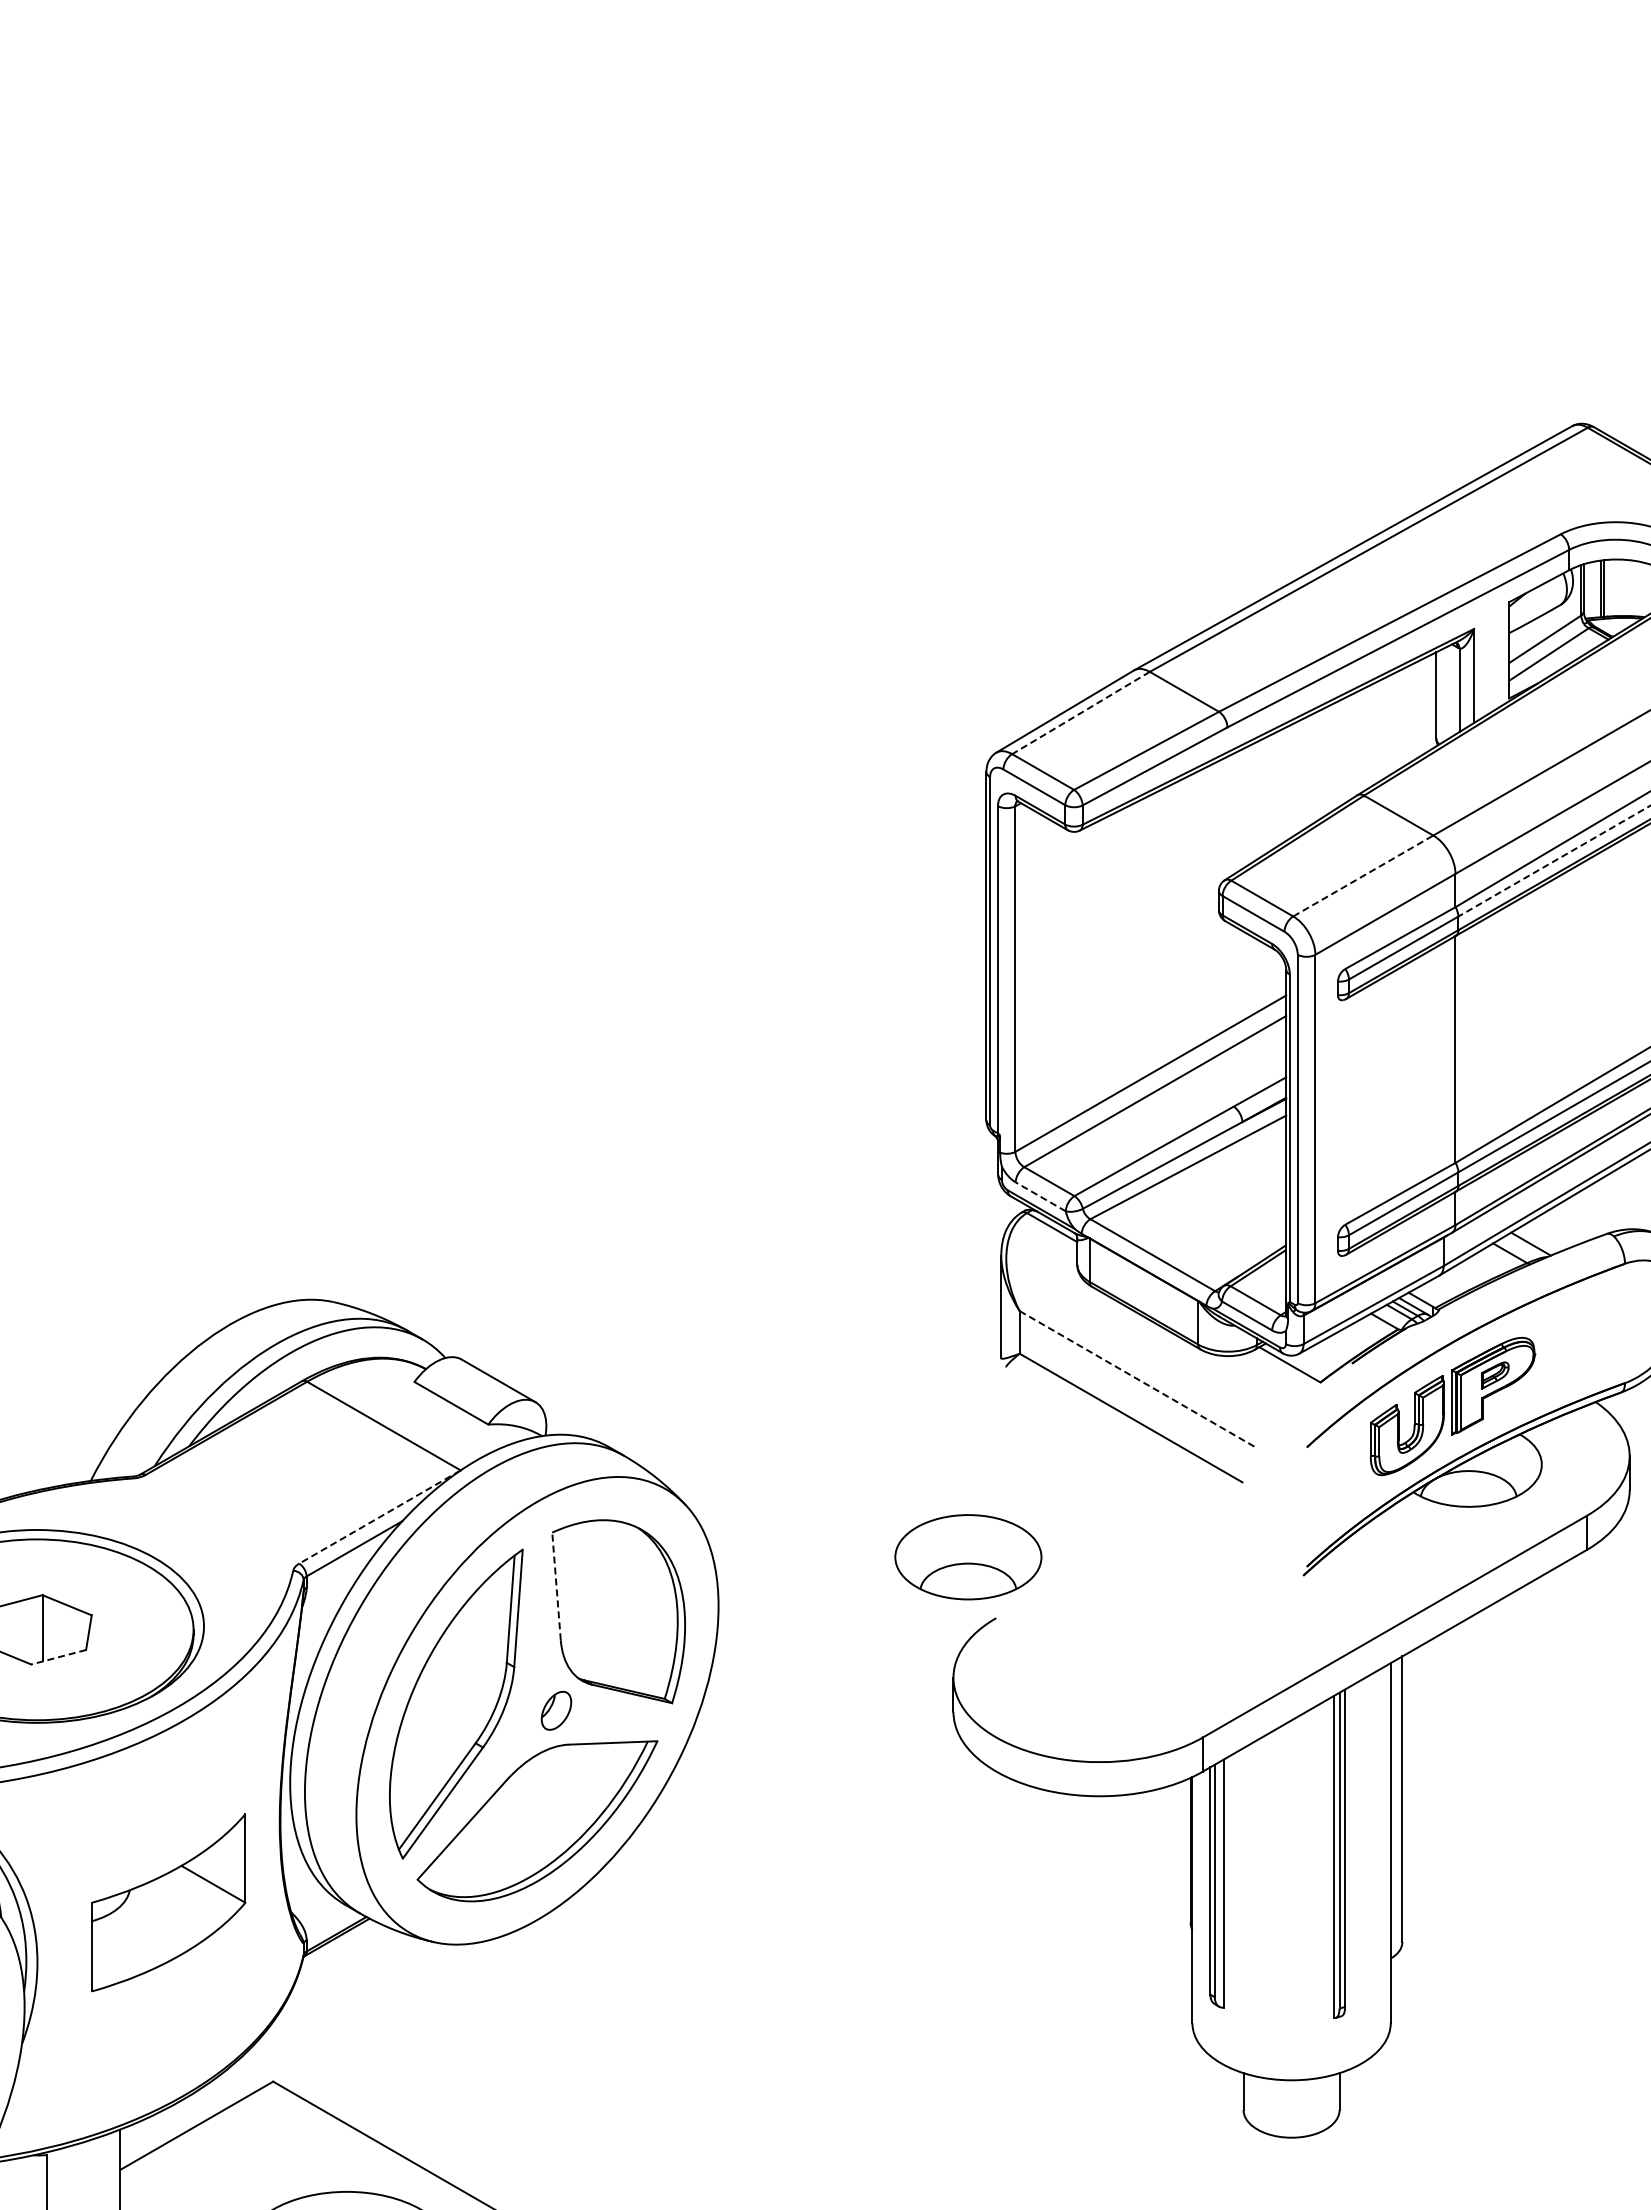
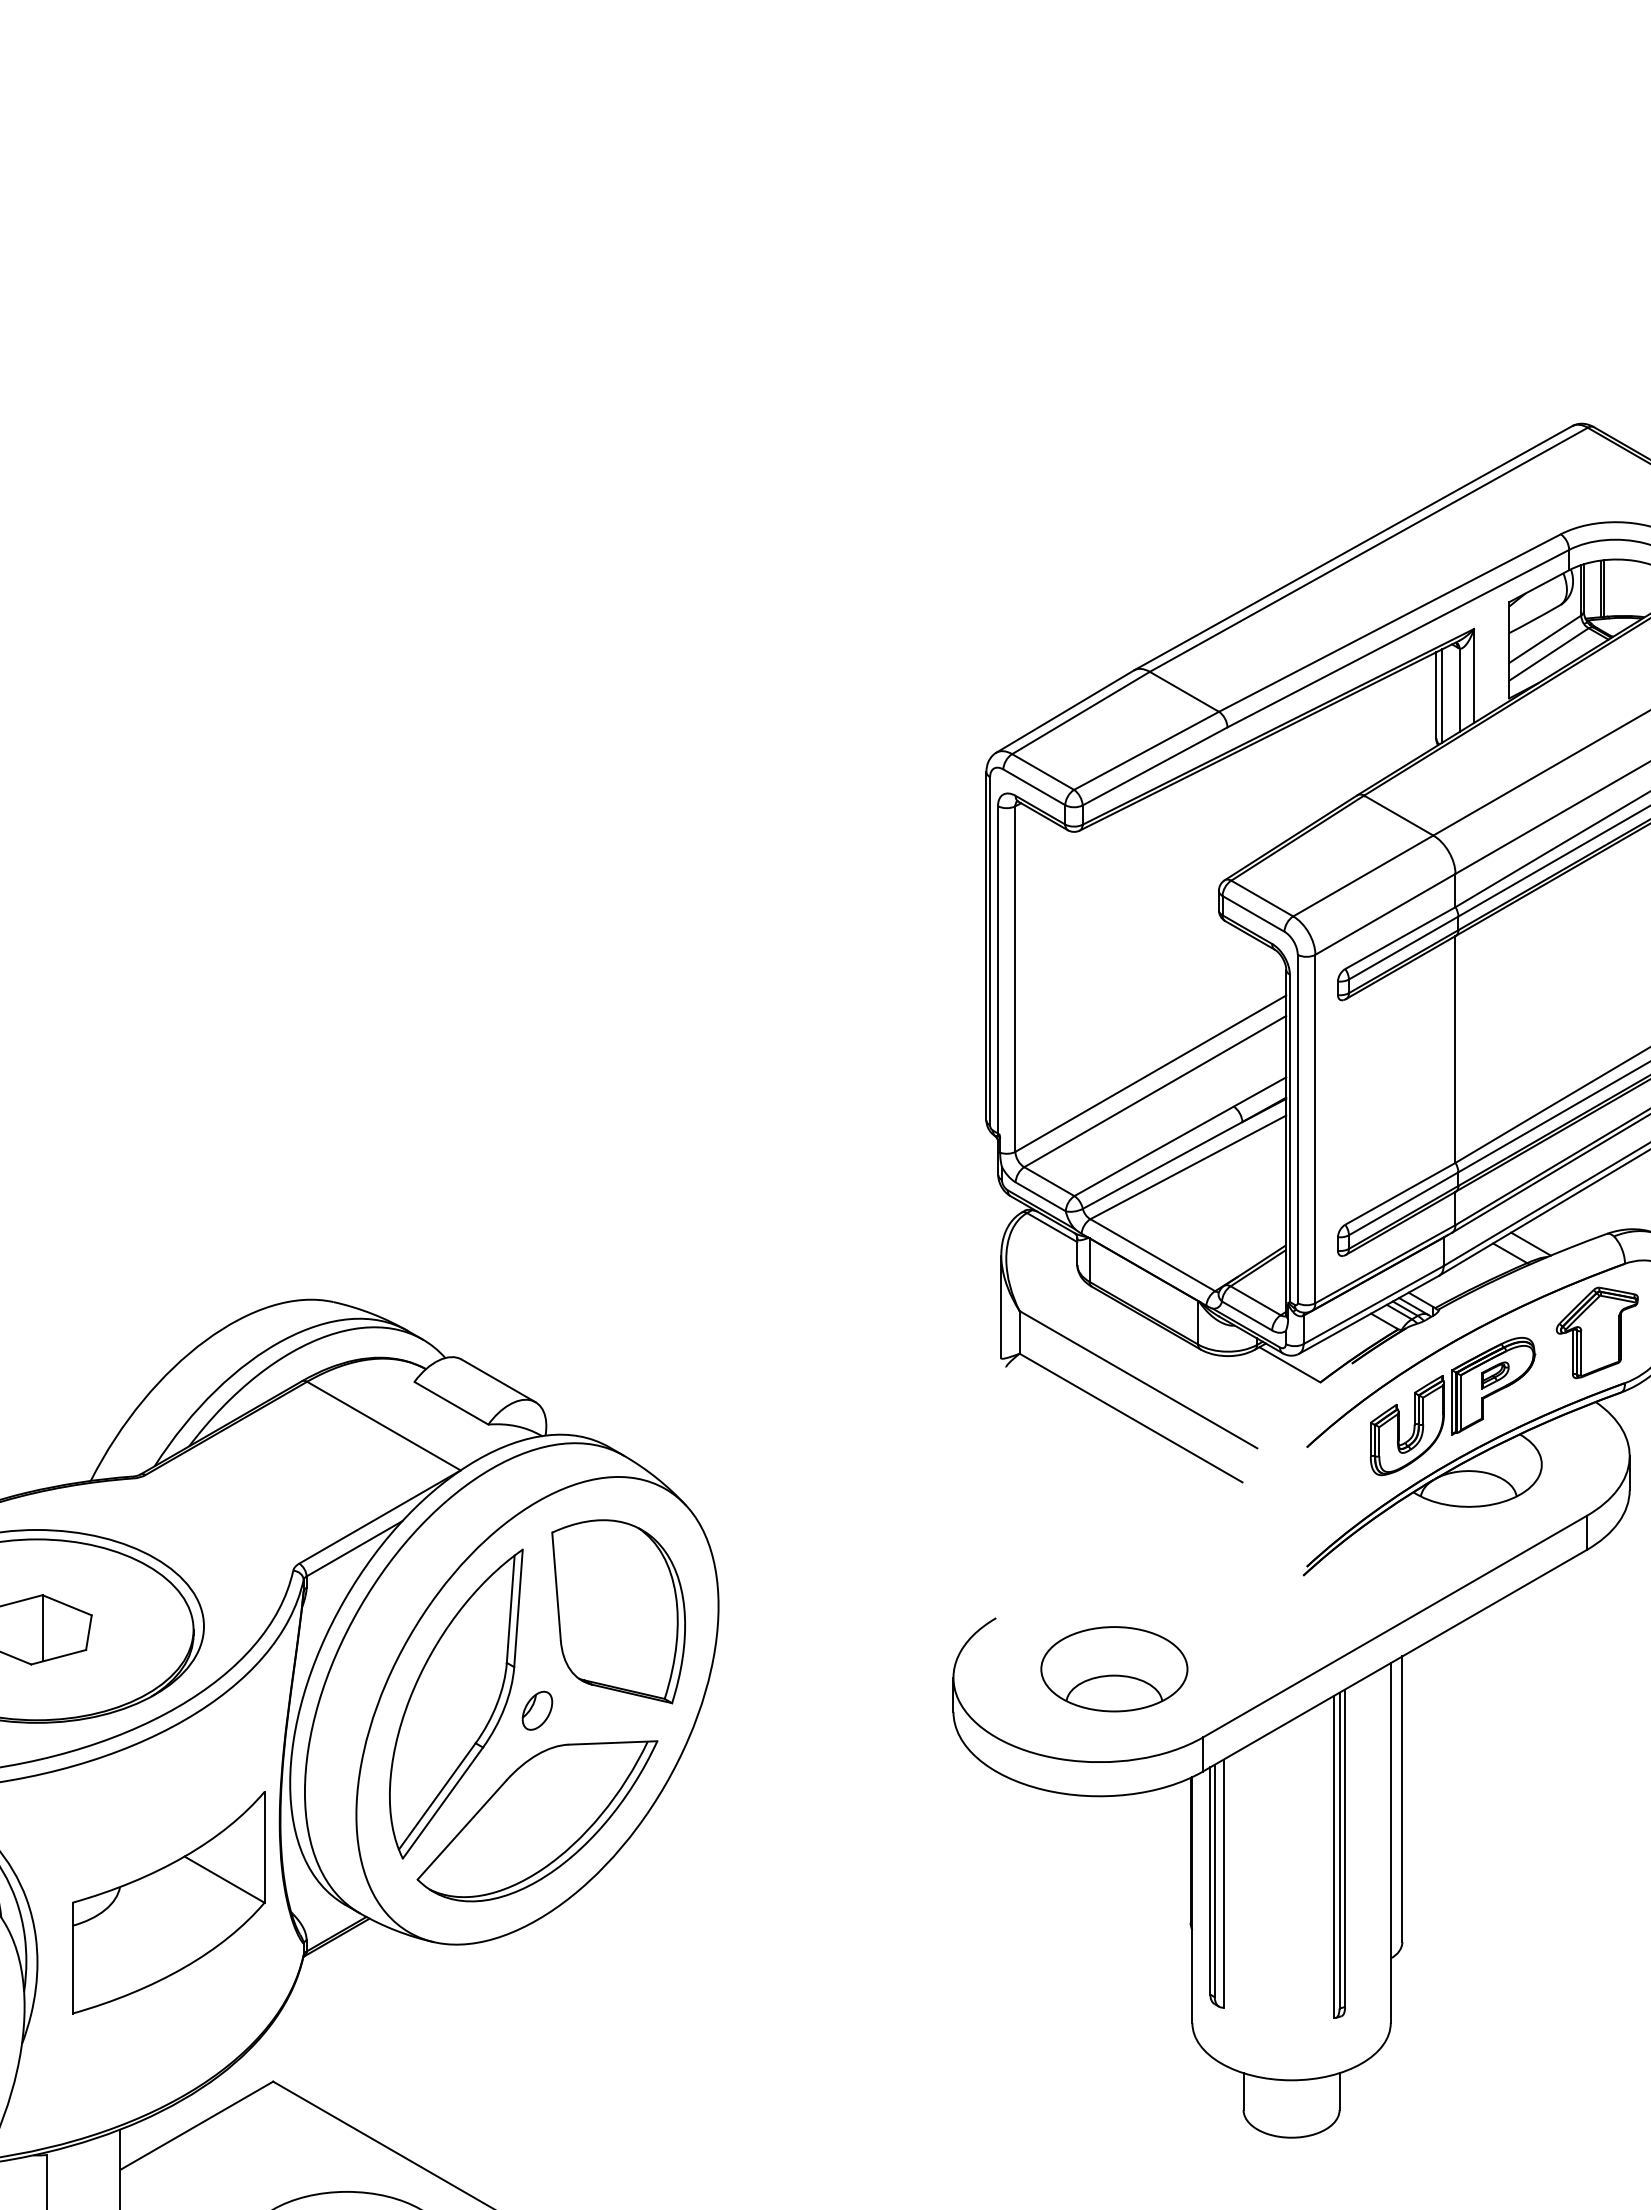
line at (1442, 695): none -> present
line at (1080, 713): dashed -> solid
line at (1554, 861): dashed -> solid
line at (1363, 876): dashed -> solid
line at (1040, 1196): dashed -> solid
part at (1596, 1332): none -> present
line at (1138, 1379): dashed -> solid
line at (379, 1517): dashed -> solid
part at (968, 1557) position: (968, 1557) -> (1114, 1669)
line at (556, 1586): dashed -> solid
line at (58, 1657): dashed -> solid
part at (556, 1710) position: (556, 1710) -> (537, 1710)
part at (168, 1902) size: 156x180 px -> 194x224 px
